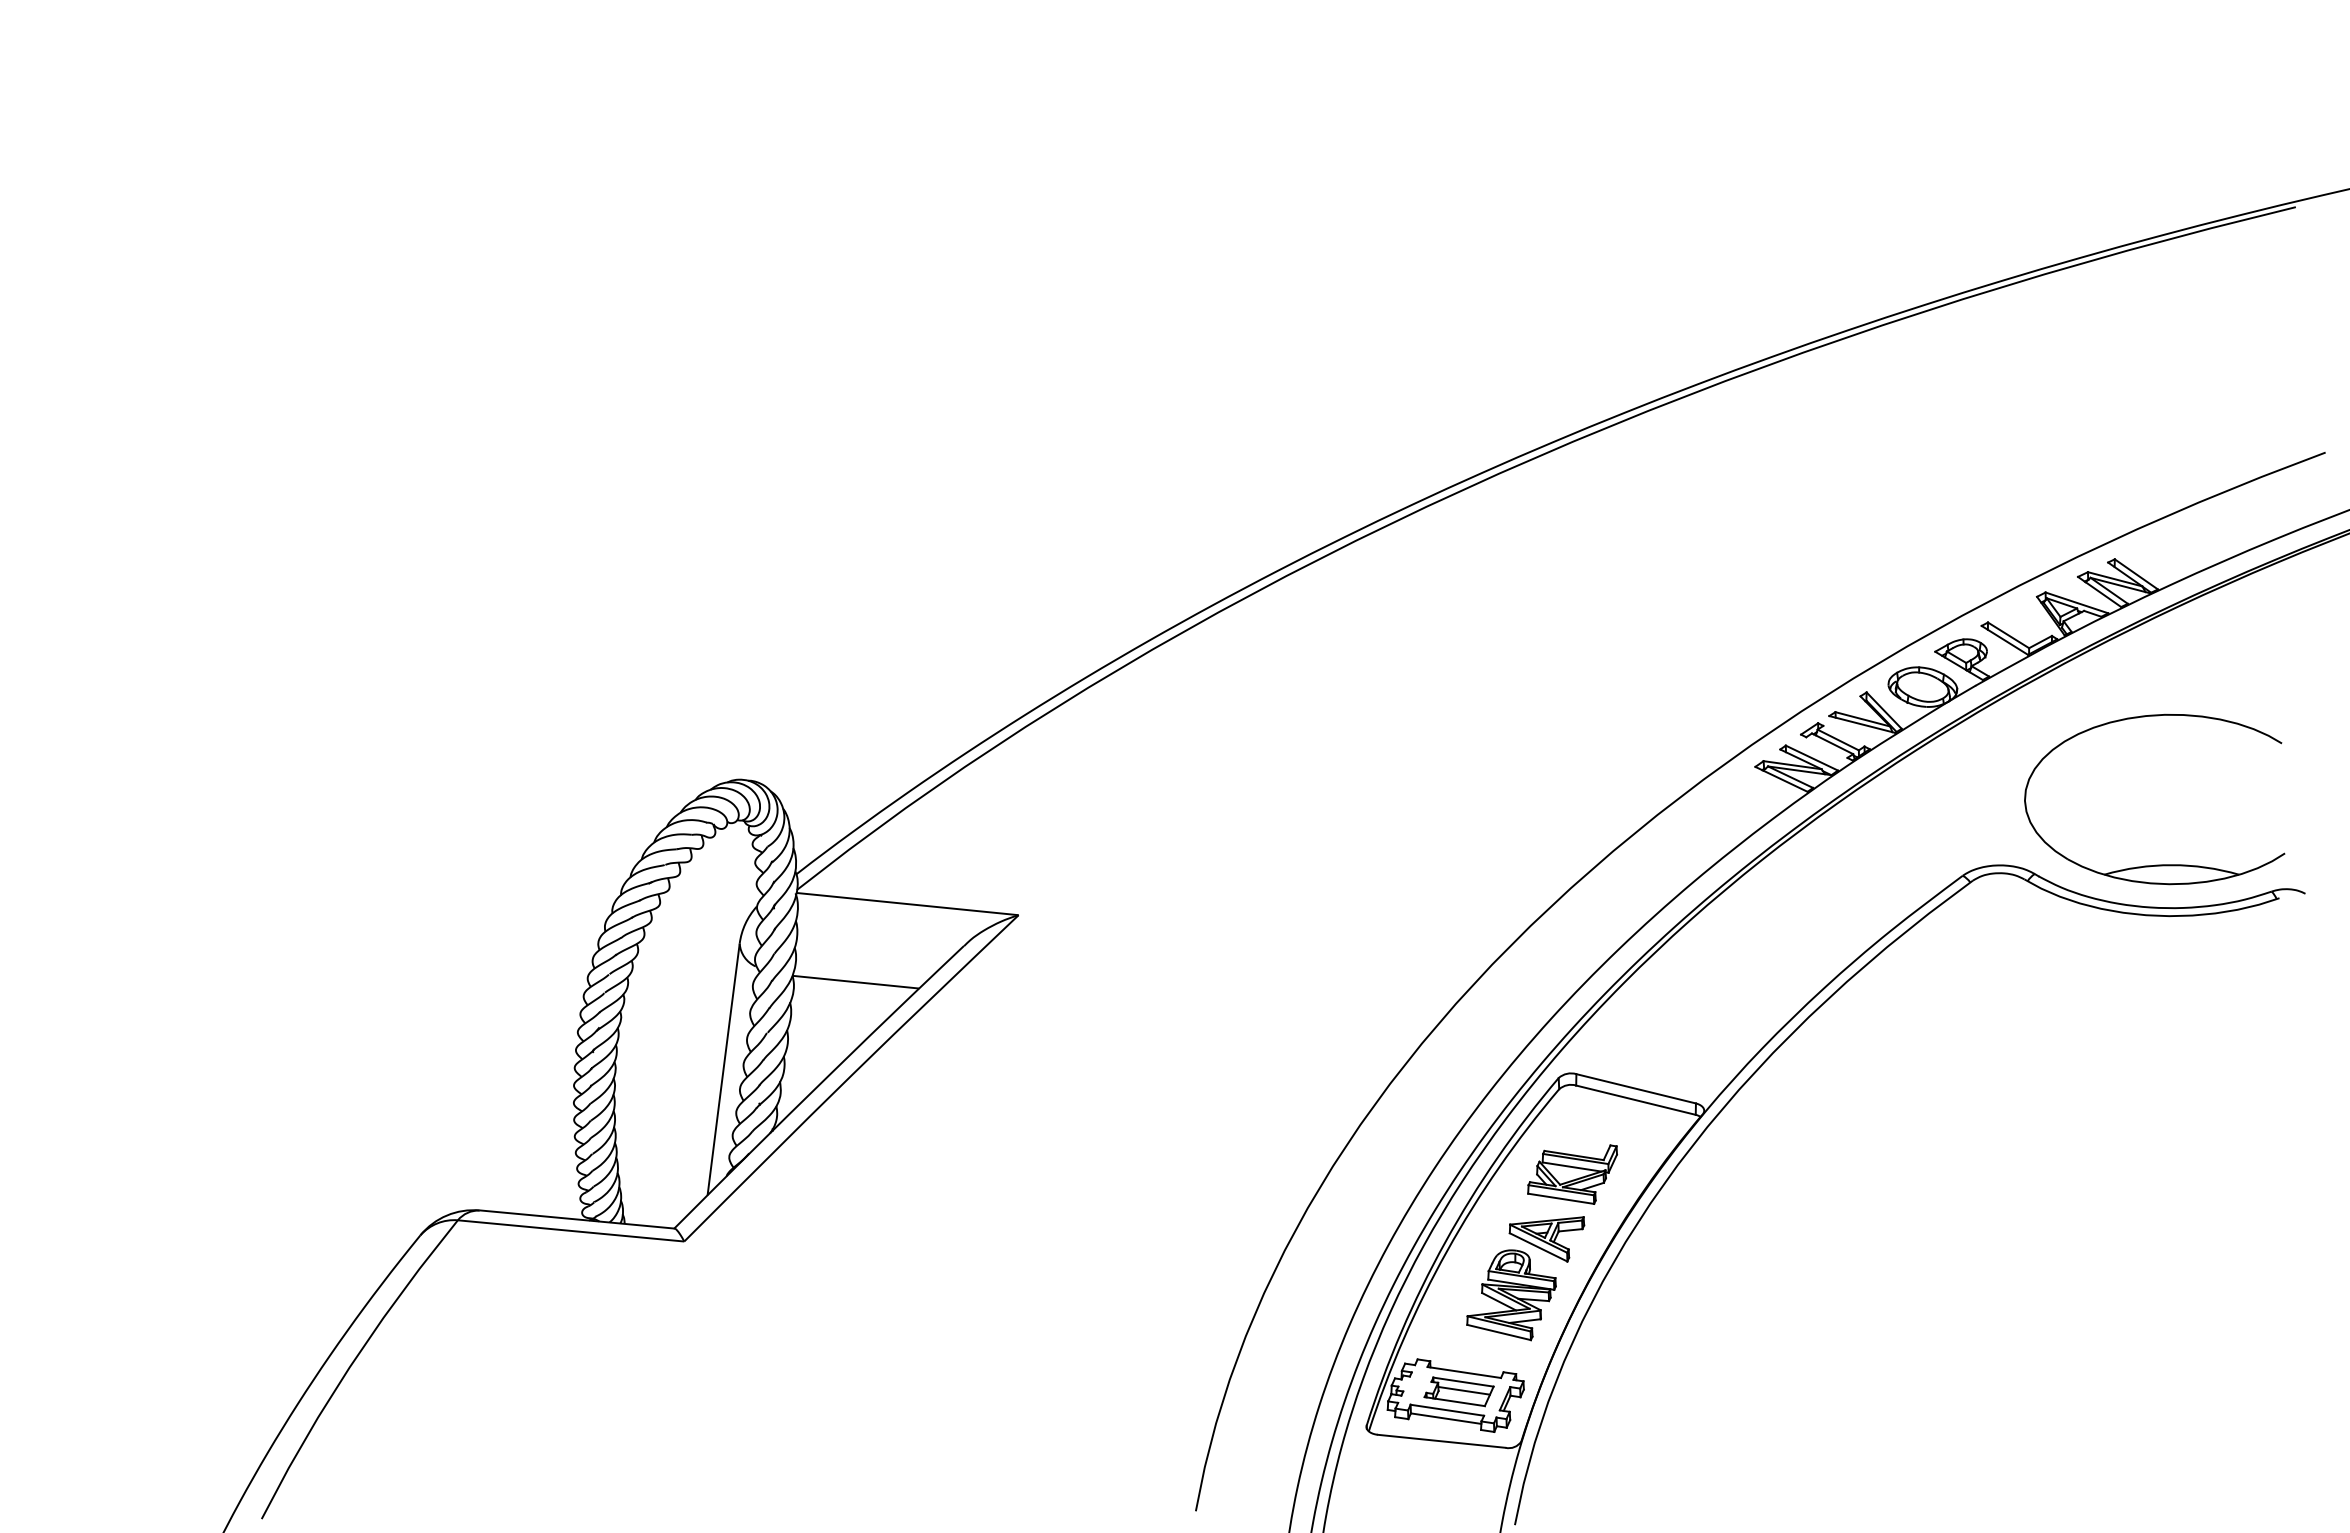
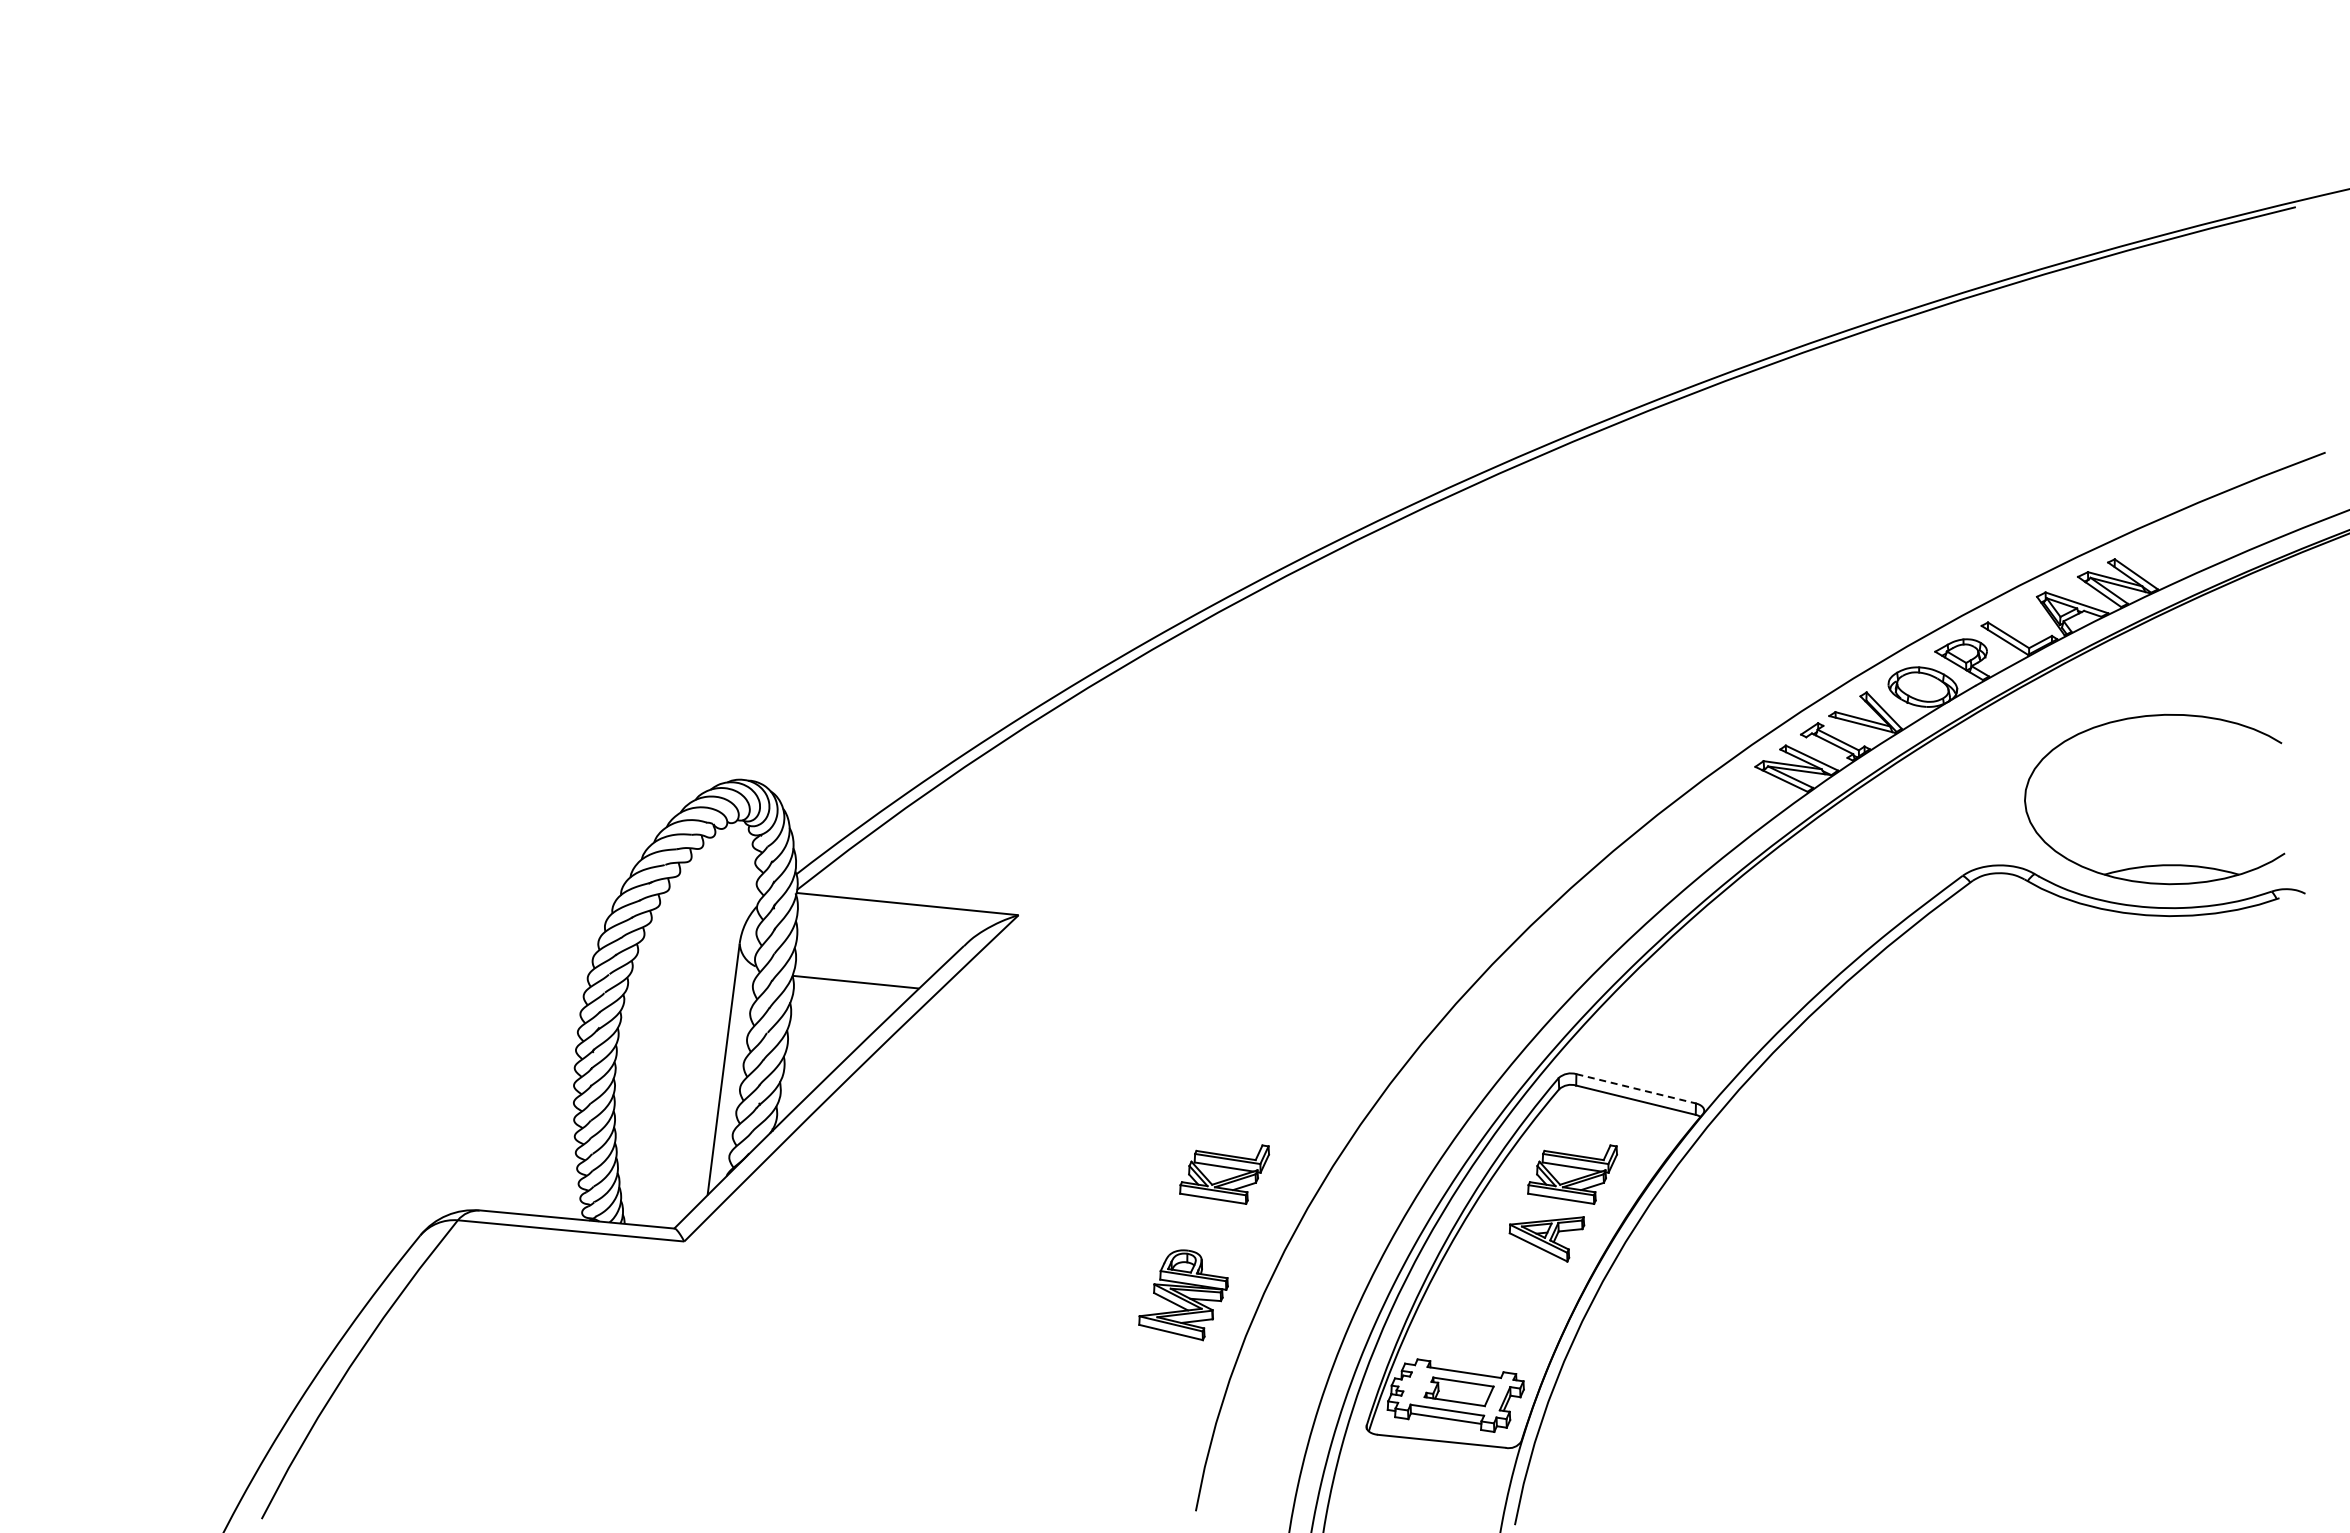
line at (1636, 1088): solid -> dashed
part at (1224, 1174): none -> present
part at (1511, 1295) position: (1511, 1295) -> (1183, 1295)
line at (1463, 1390): present -> none
